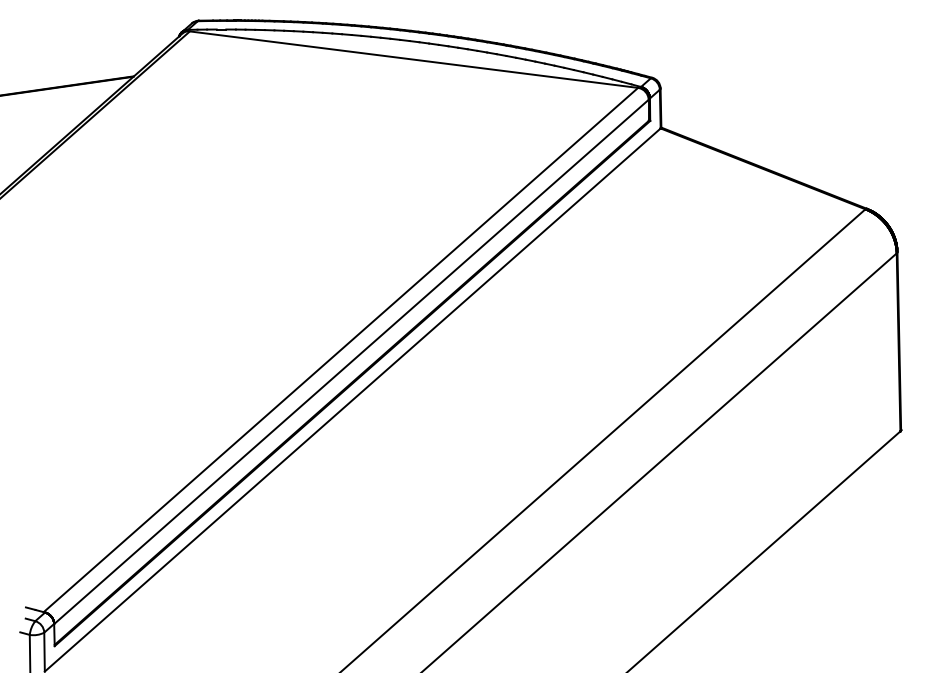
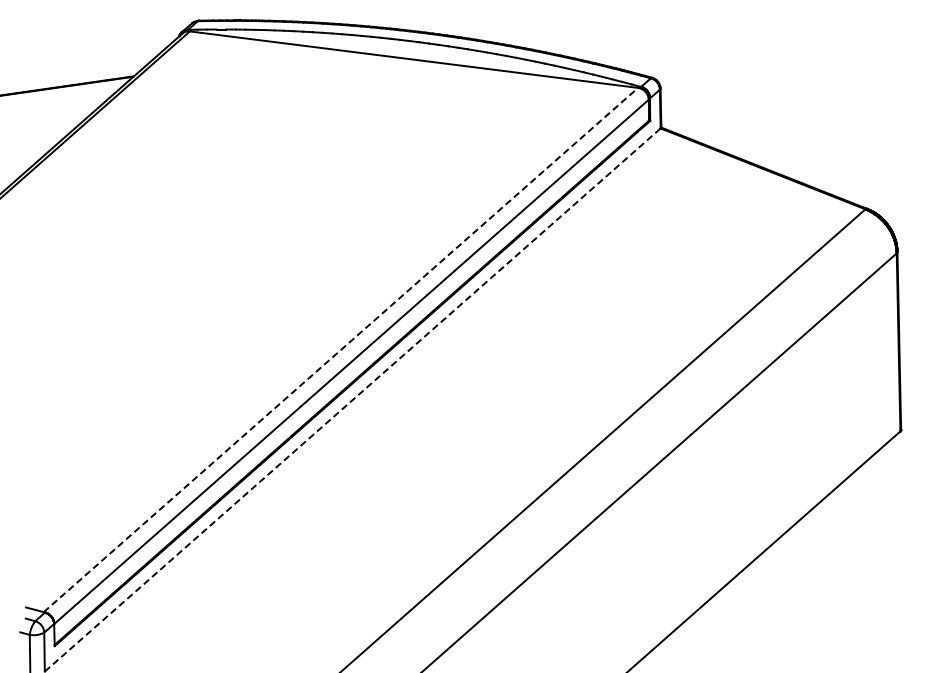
line at (341, 349): solid -> dashed
line at (352, 400): solid -> dashed
